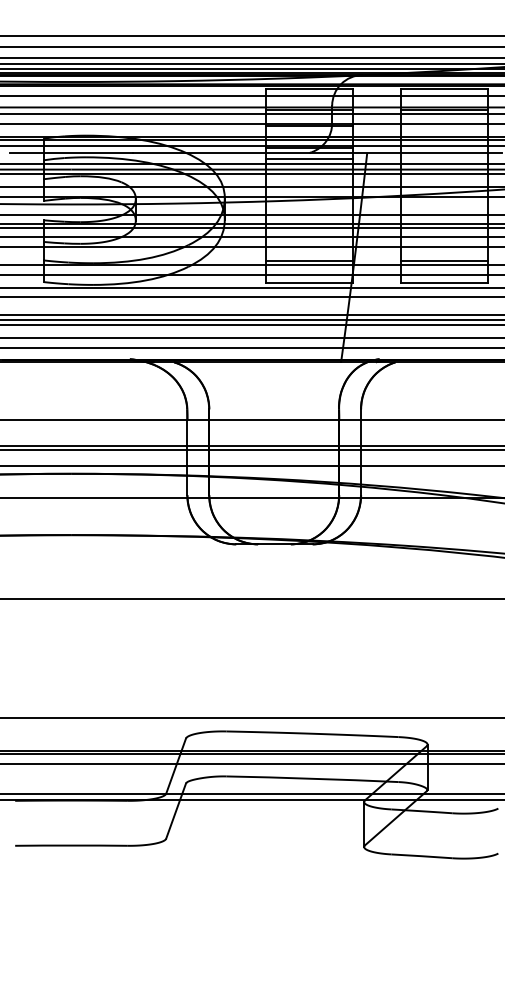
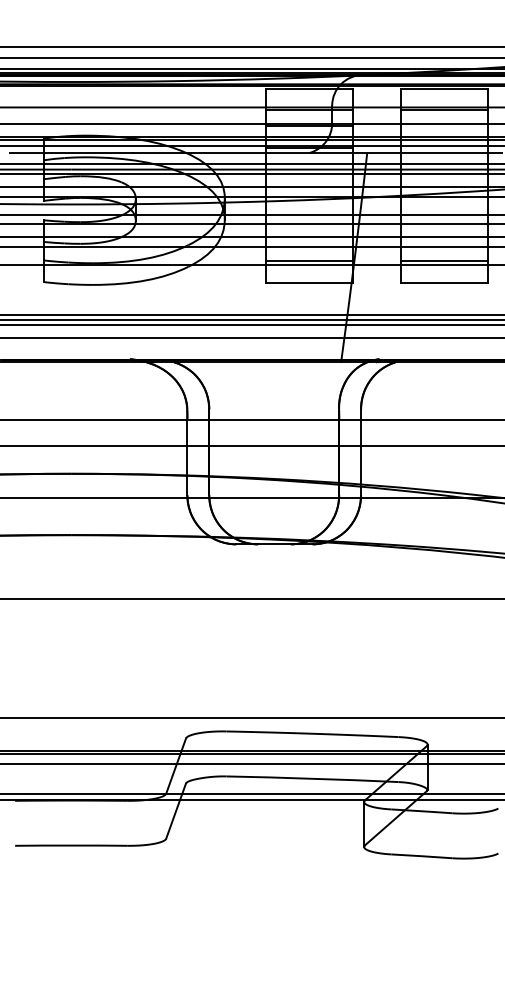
line at (251, 35): present -> none
line at (251, 63): present -> none
line at (251, 95): present -> none
line at (251, 114): present -> none
line at (308, 158): present -> none
line at (251, 228): present -> none
line at (251, 274): present -> none
line at (251, 287): present -> none
line at (251, 297): present -> none
line at (251, 347): present -> none
line at (251, 449): present -> none
line at (251, 465): present -> none
